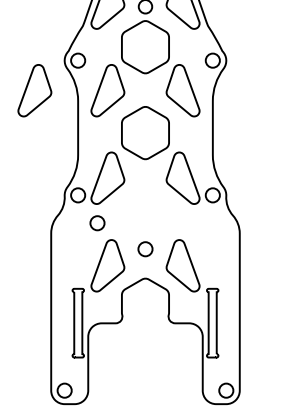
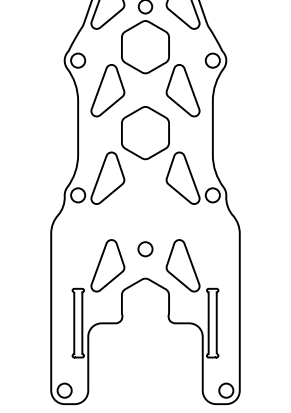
part at (34, 90): present -> none
circle at (97, 223): present -> none
